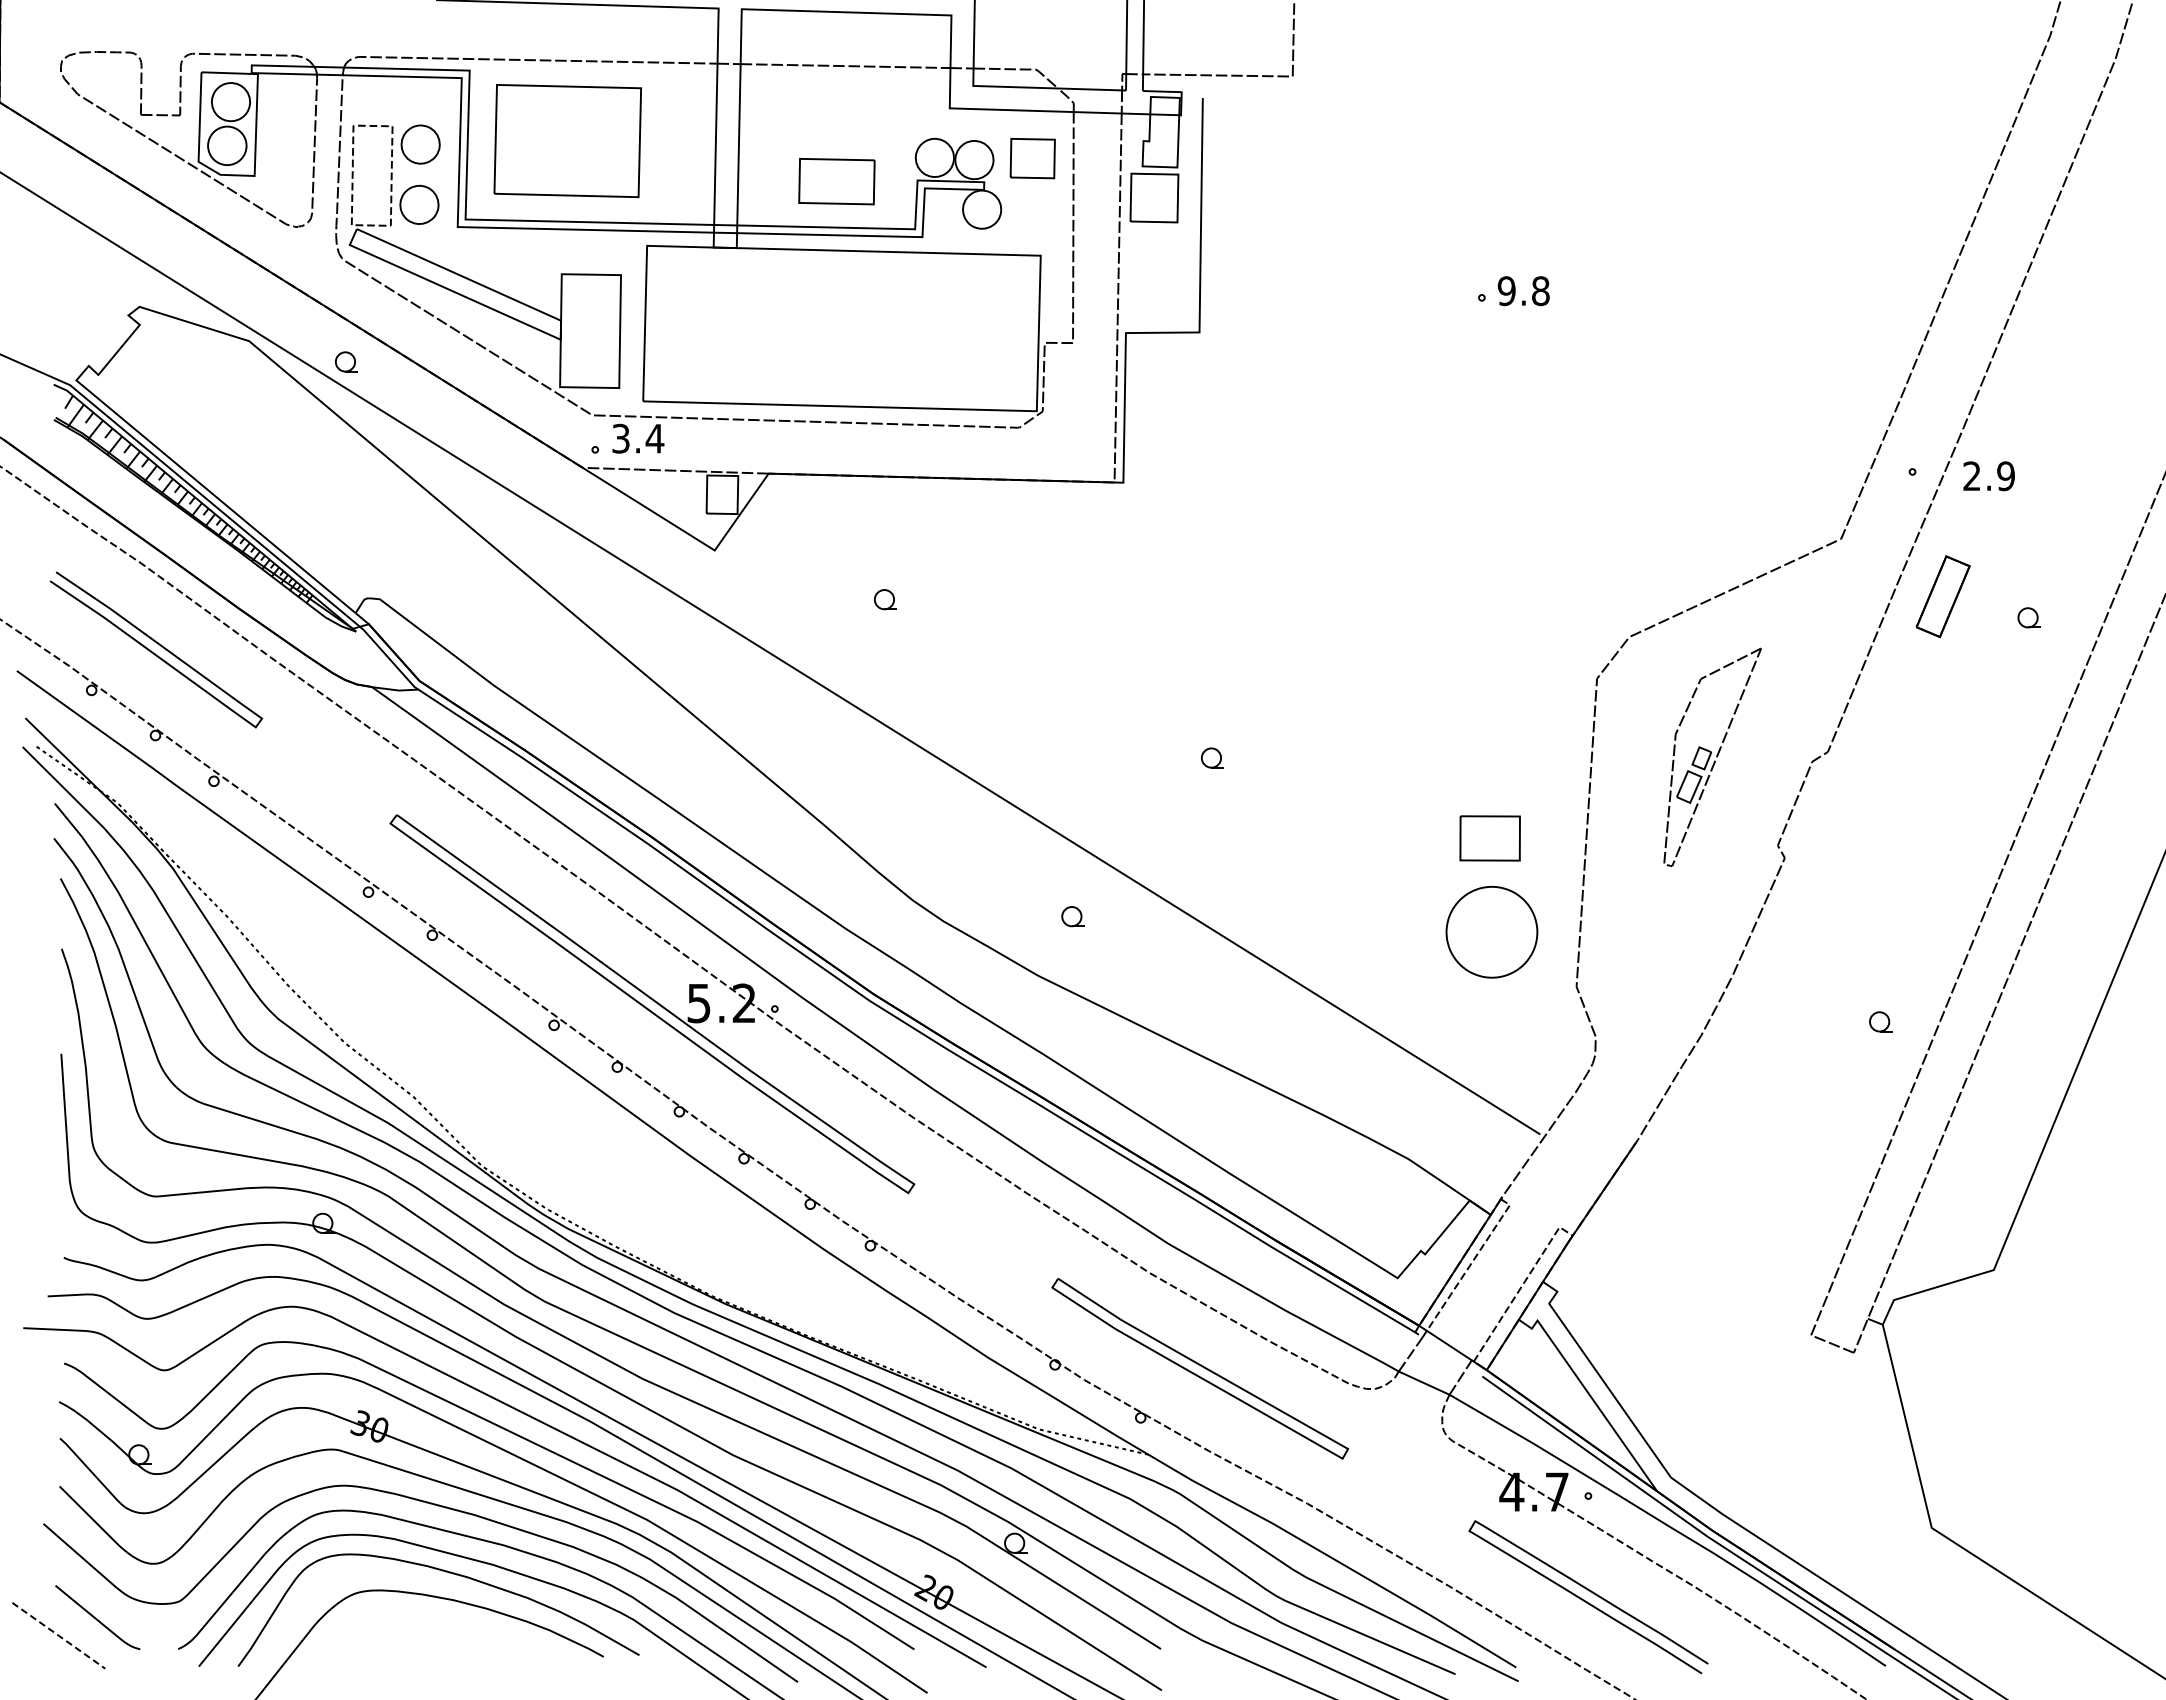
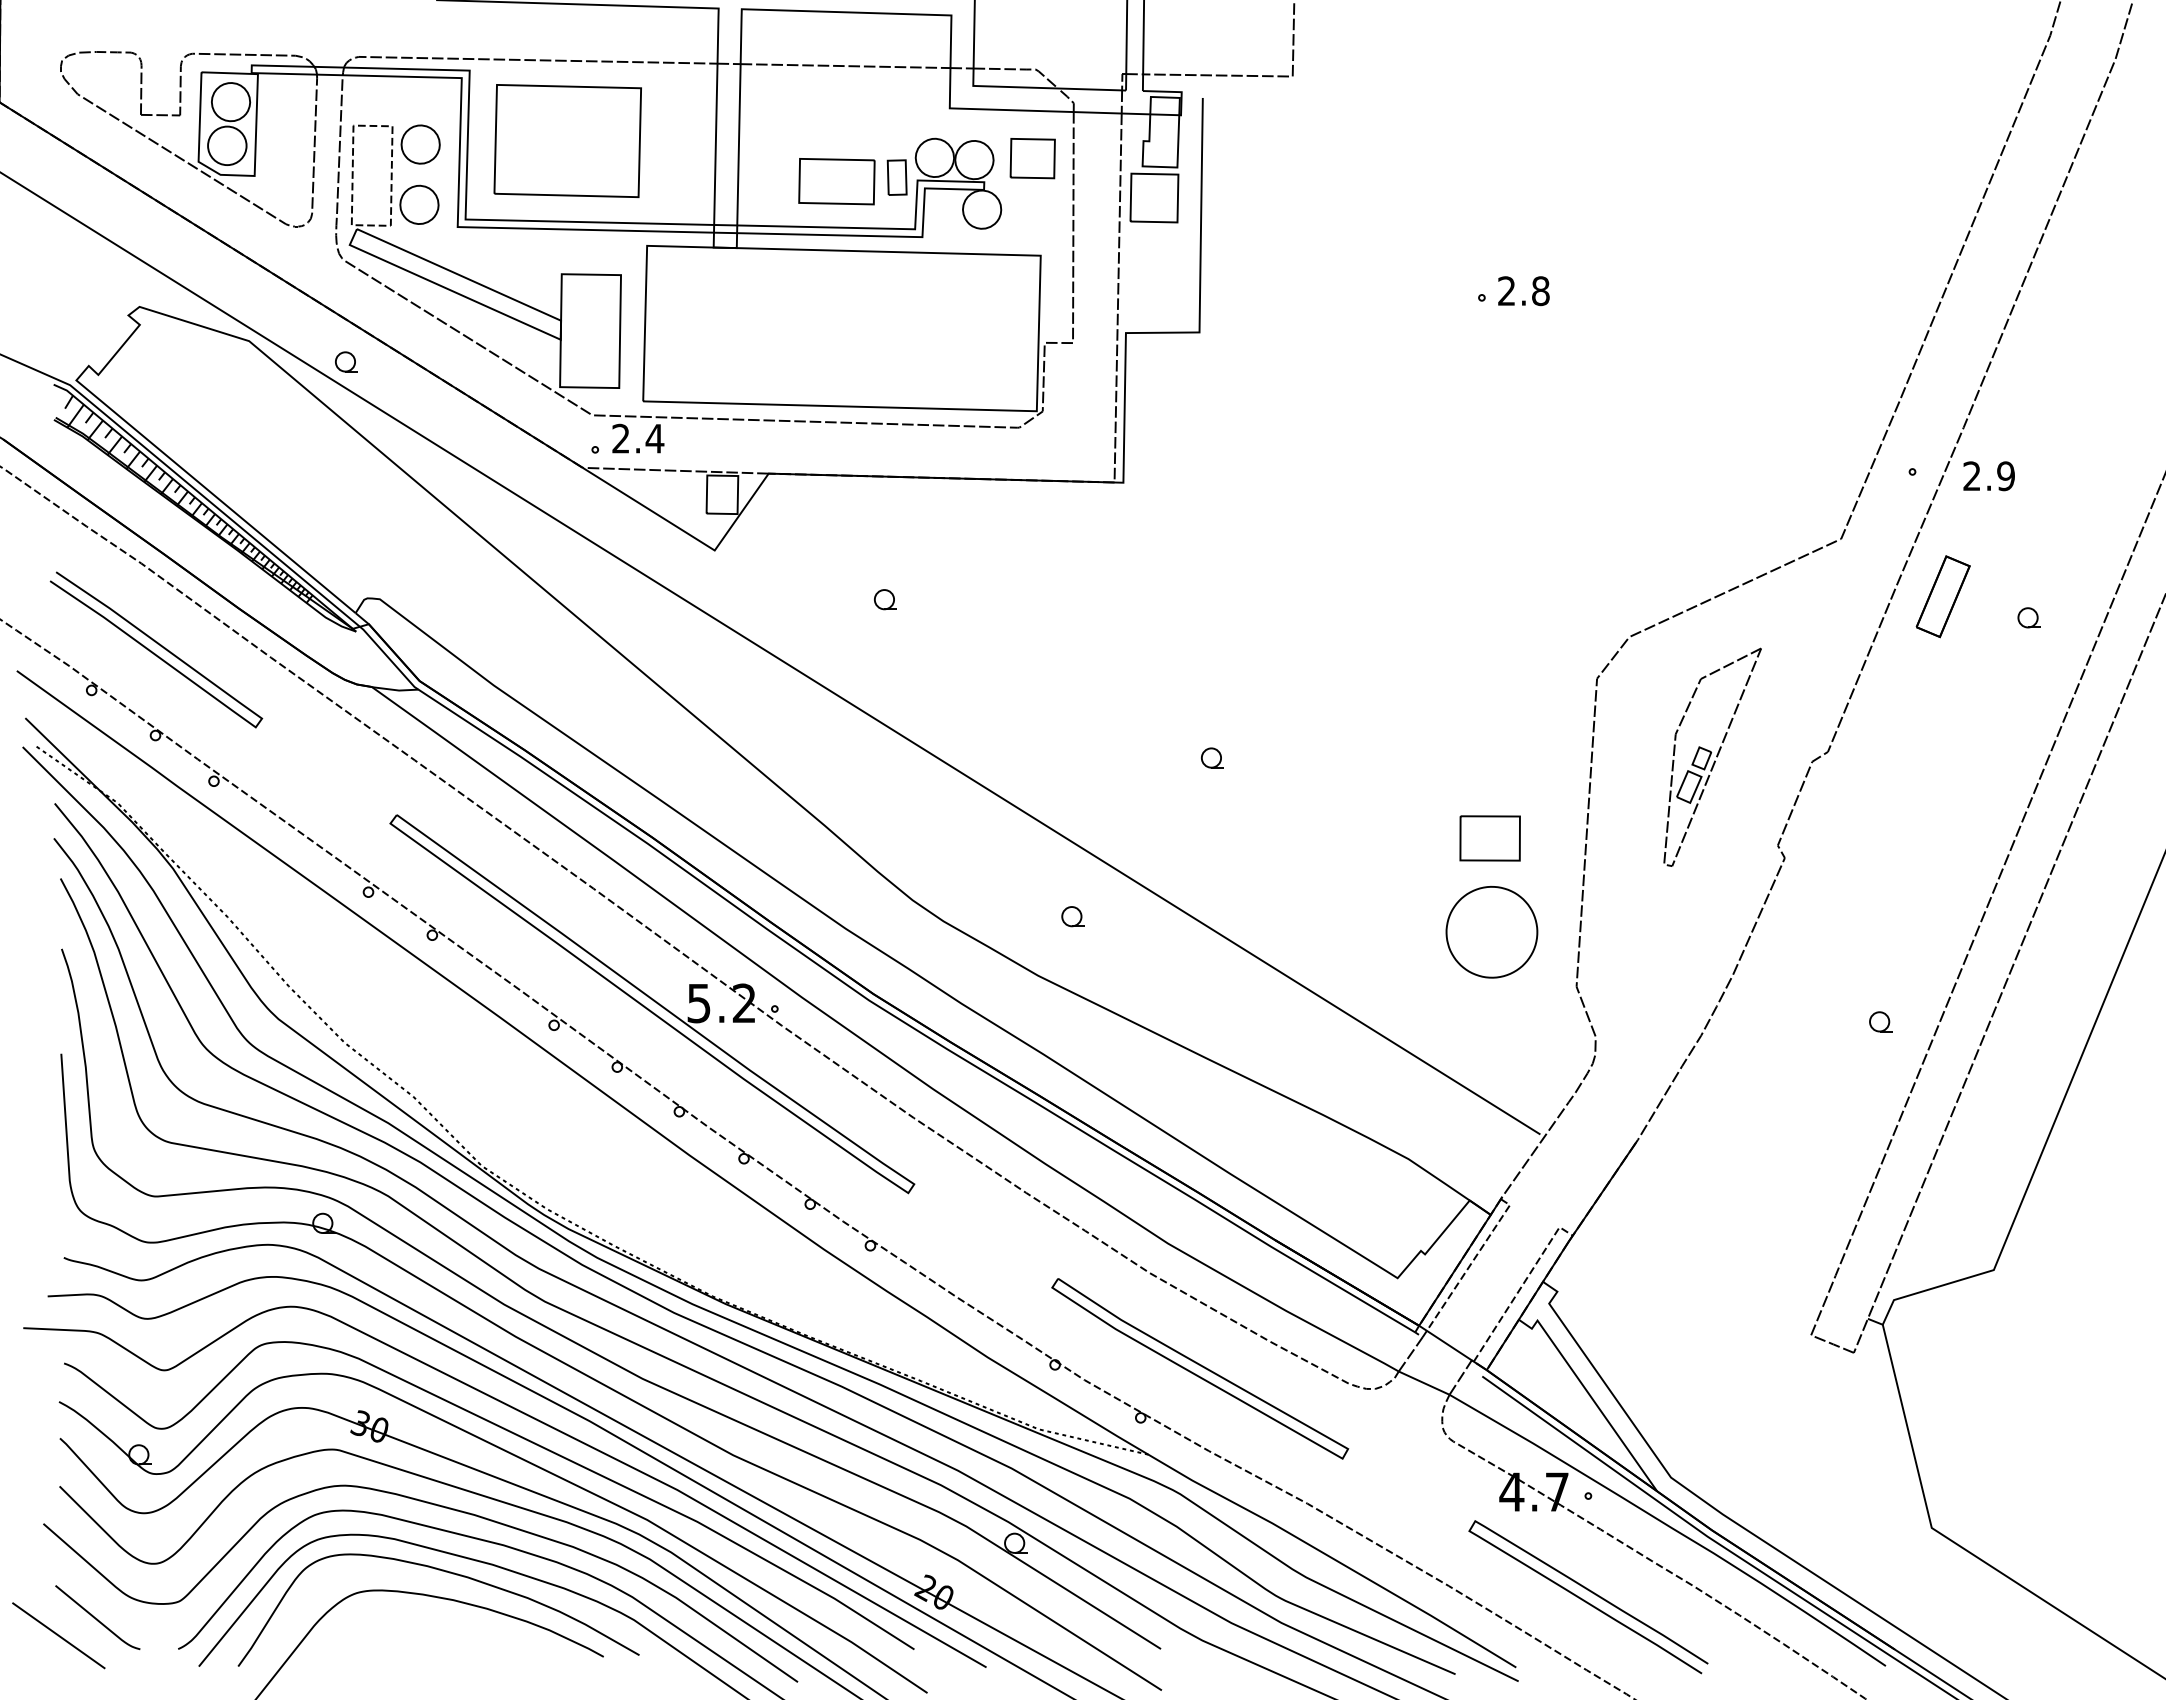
part at (896, 177): none -> present
text at (1506, 291): 9.8 -> 2.8
text at (620, 438): 3.4 -> 2.4
line at (58, 1635): dashed -> solid
